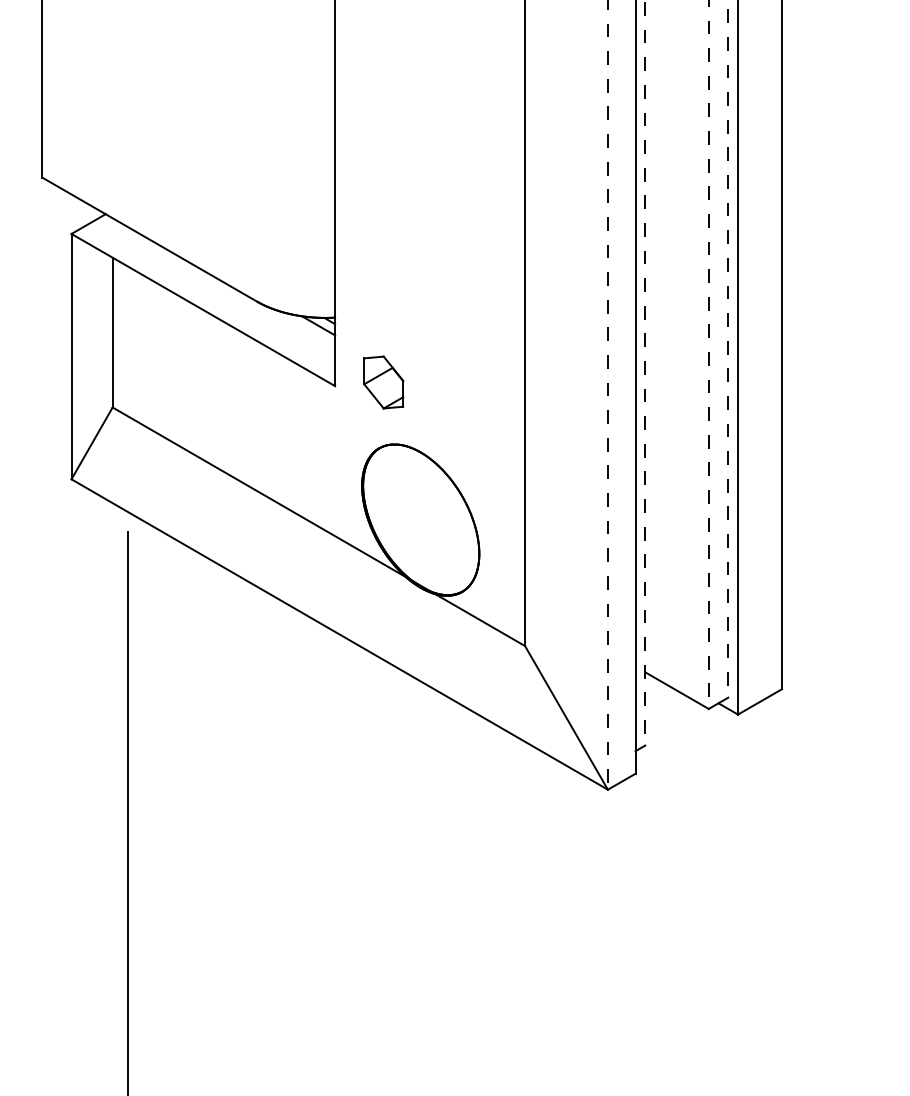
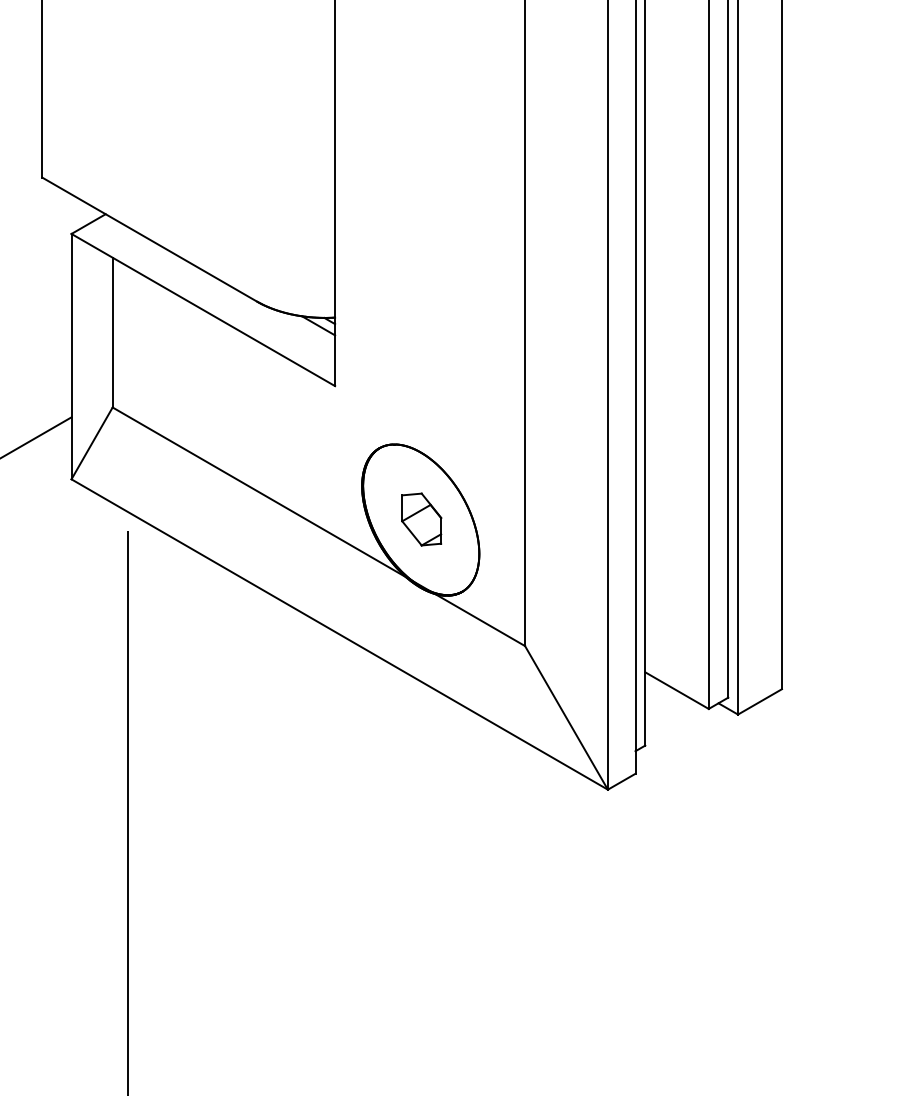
line at (728, 349): dashed -> solid
line at (708, 355): dashed -> solid
line at (645, 372): dashed -> solid
part at (383, 382) position: (383, 382) -> (421, 519)
line at (607, 394): dashed -> solid
line at (36, 437): none -> present
